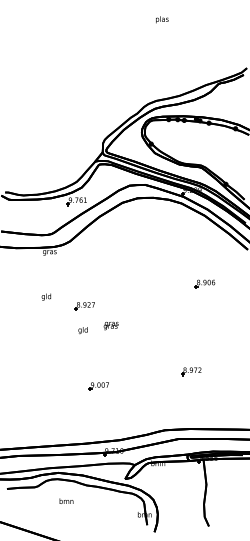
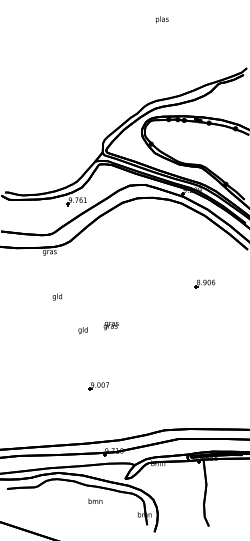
text at (46, 296) position: (46, 296) -> (57, 296)
part at (84, 306): present -> none
part at (191, 371): present -> none
text at (66, 500) position: (66, 500) -> (95, 500)
